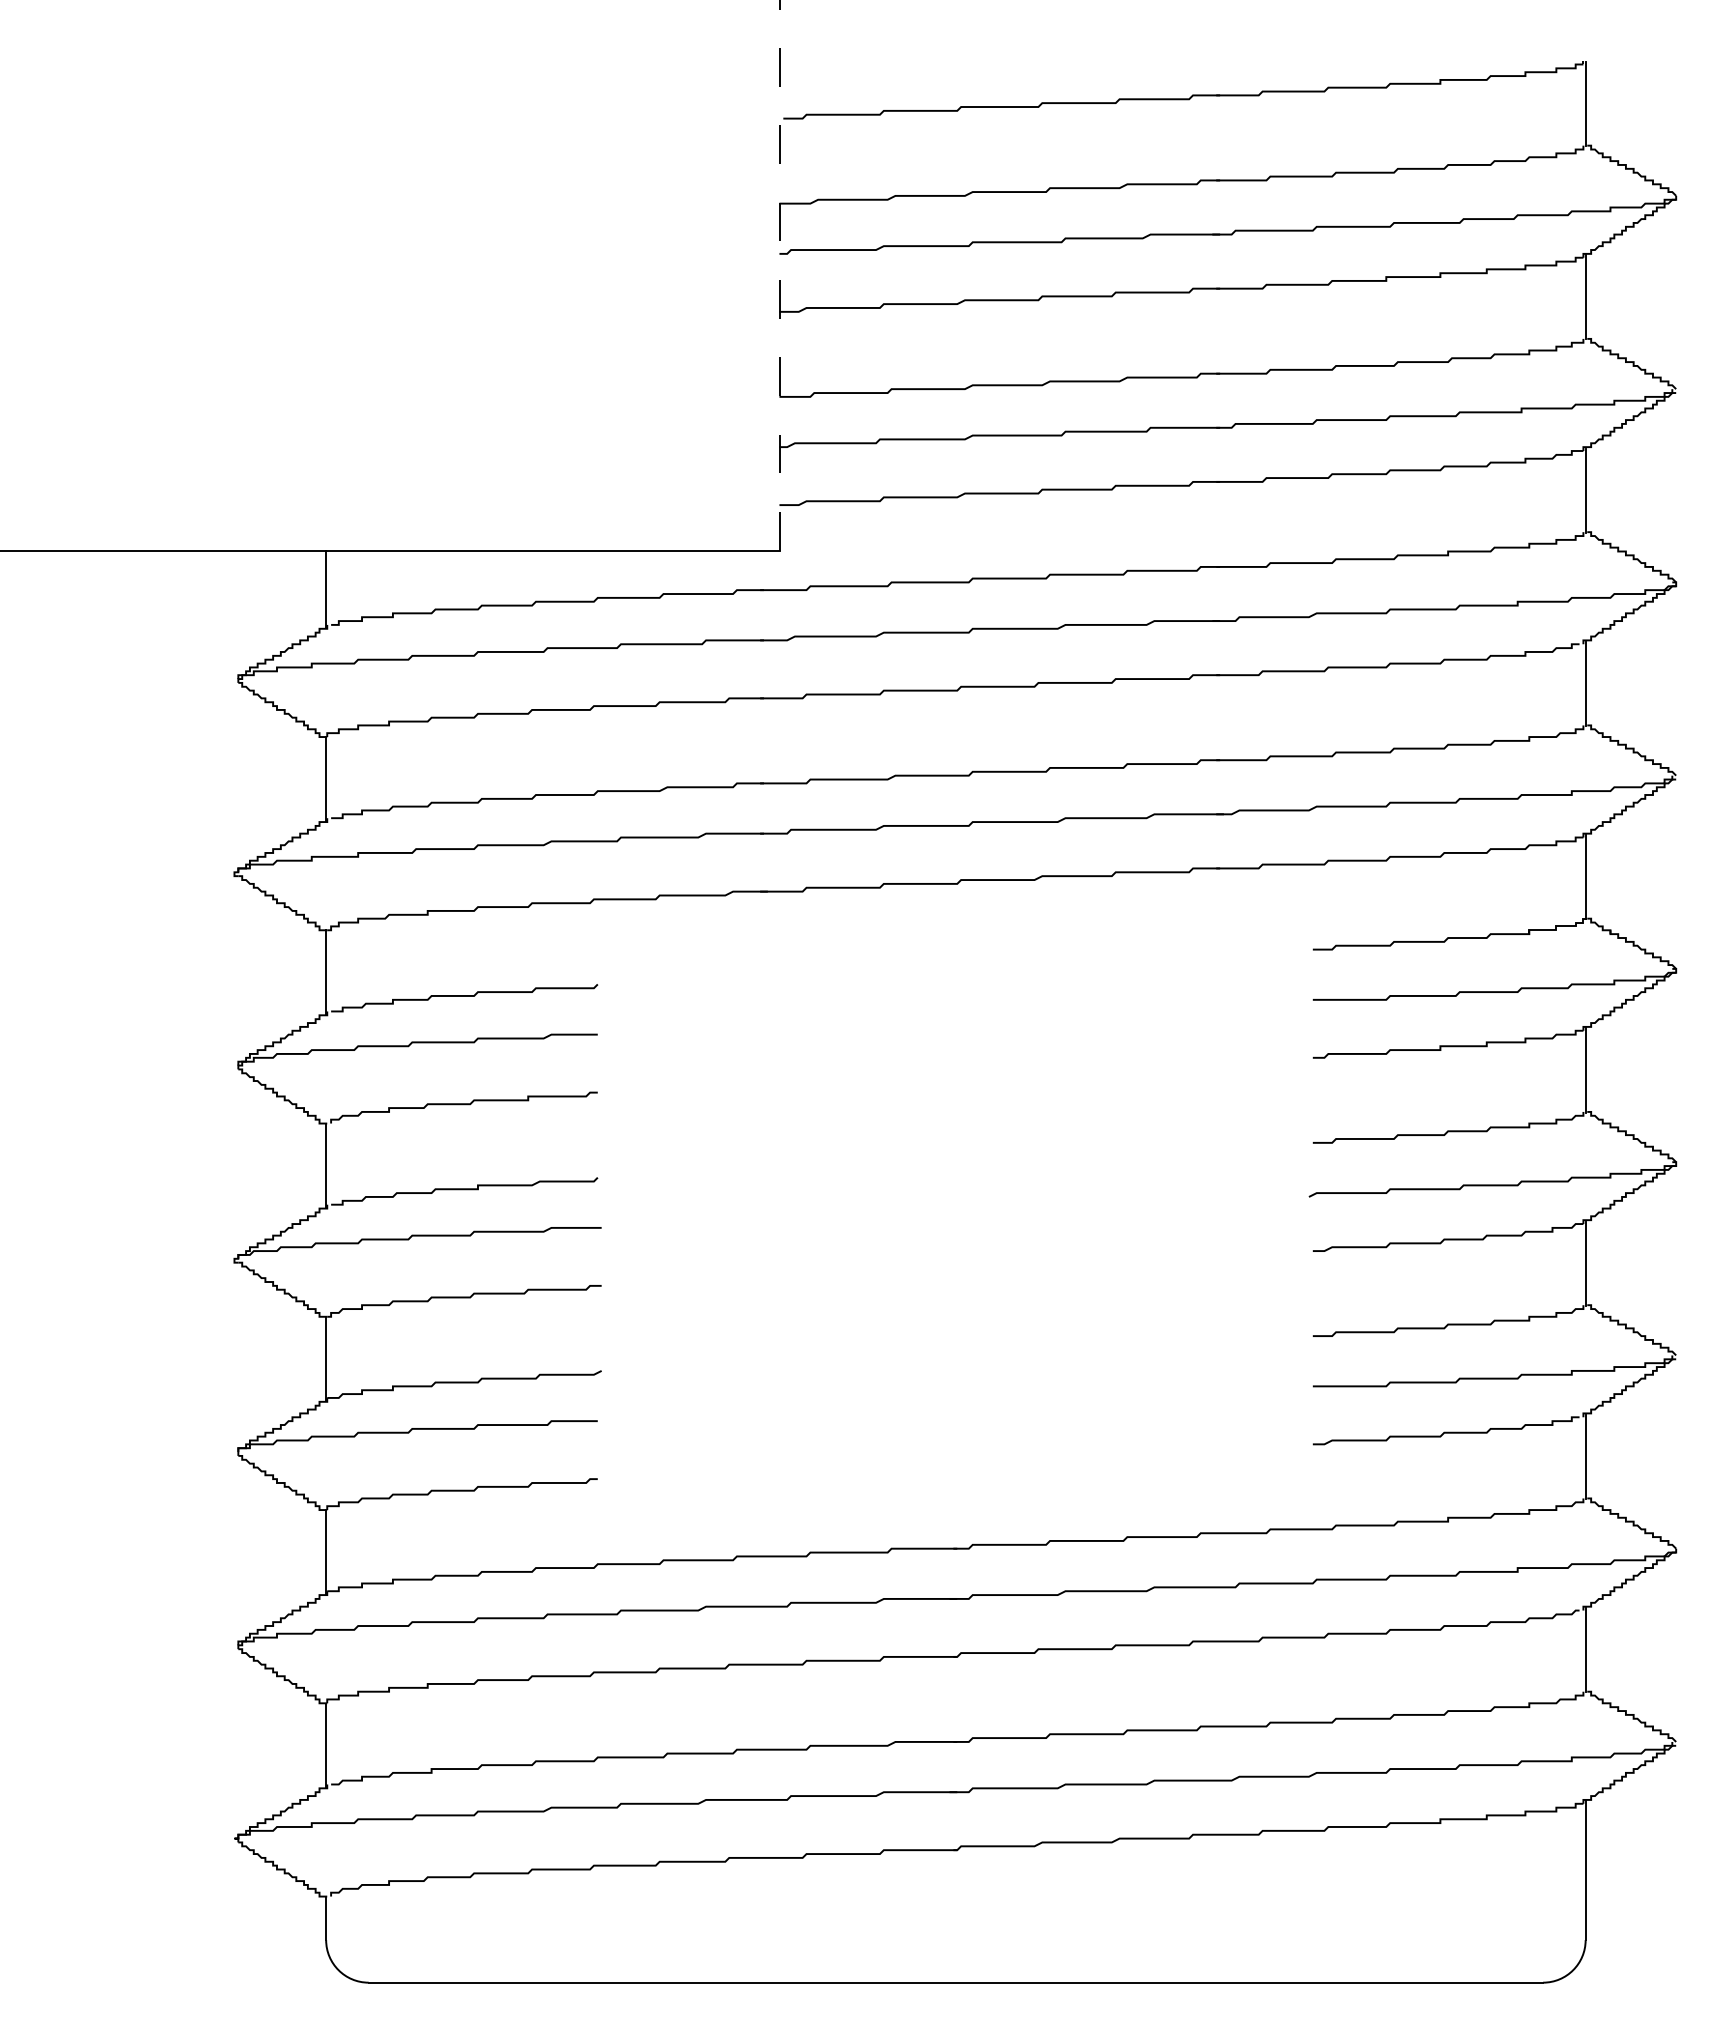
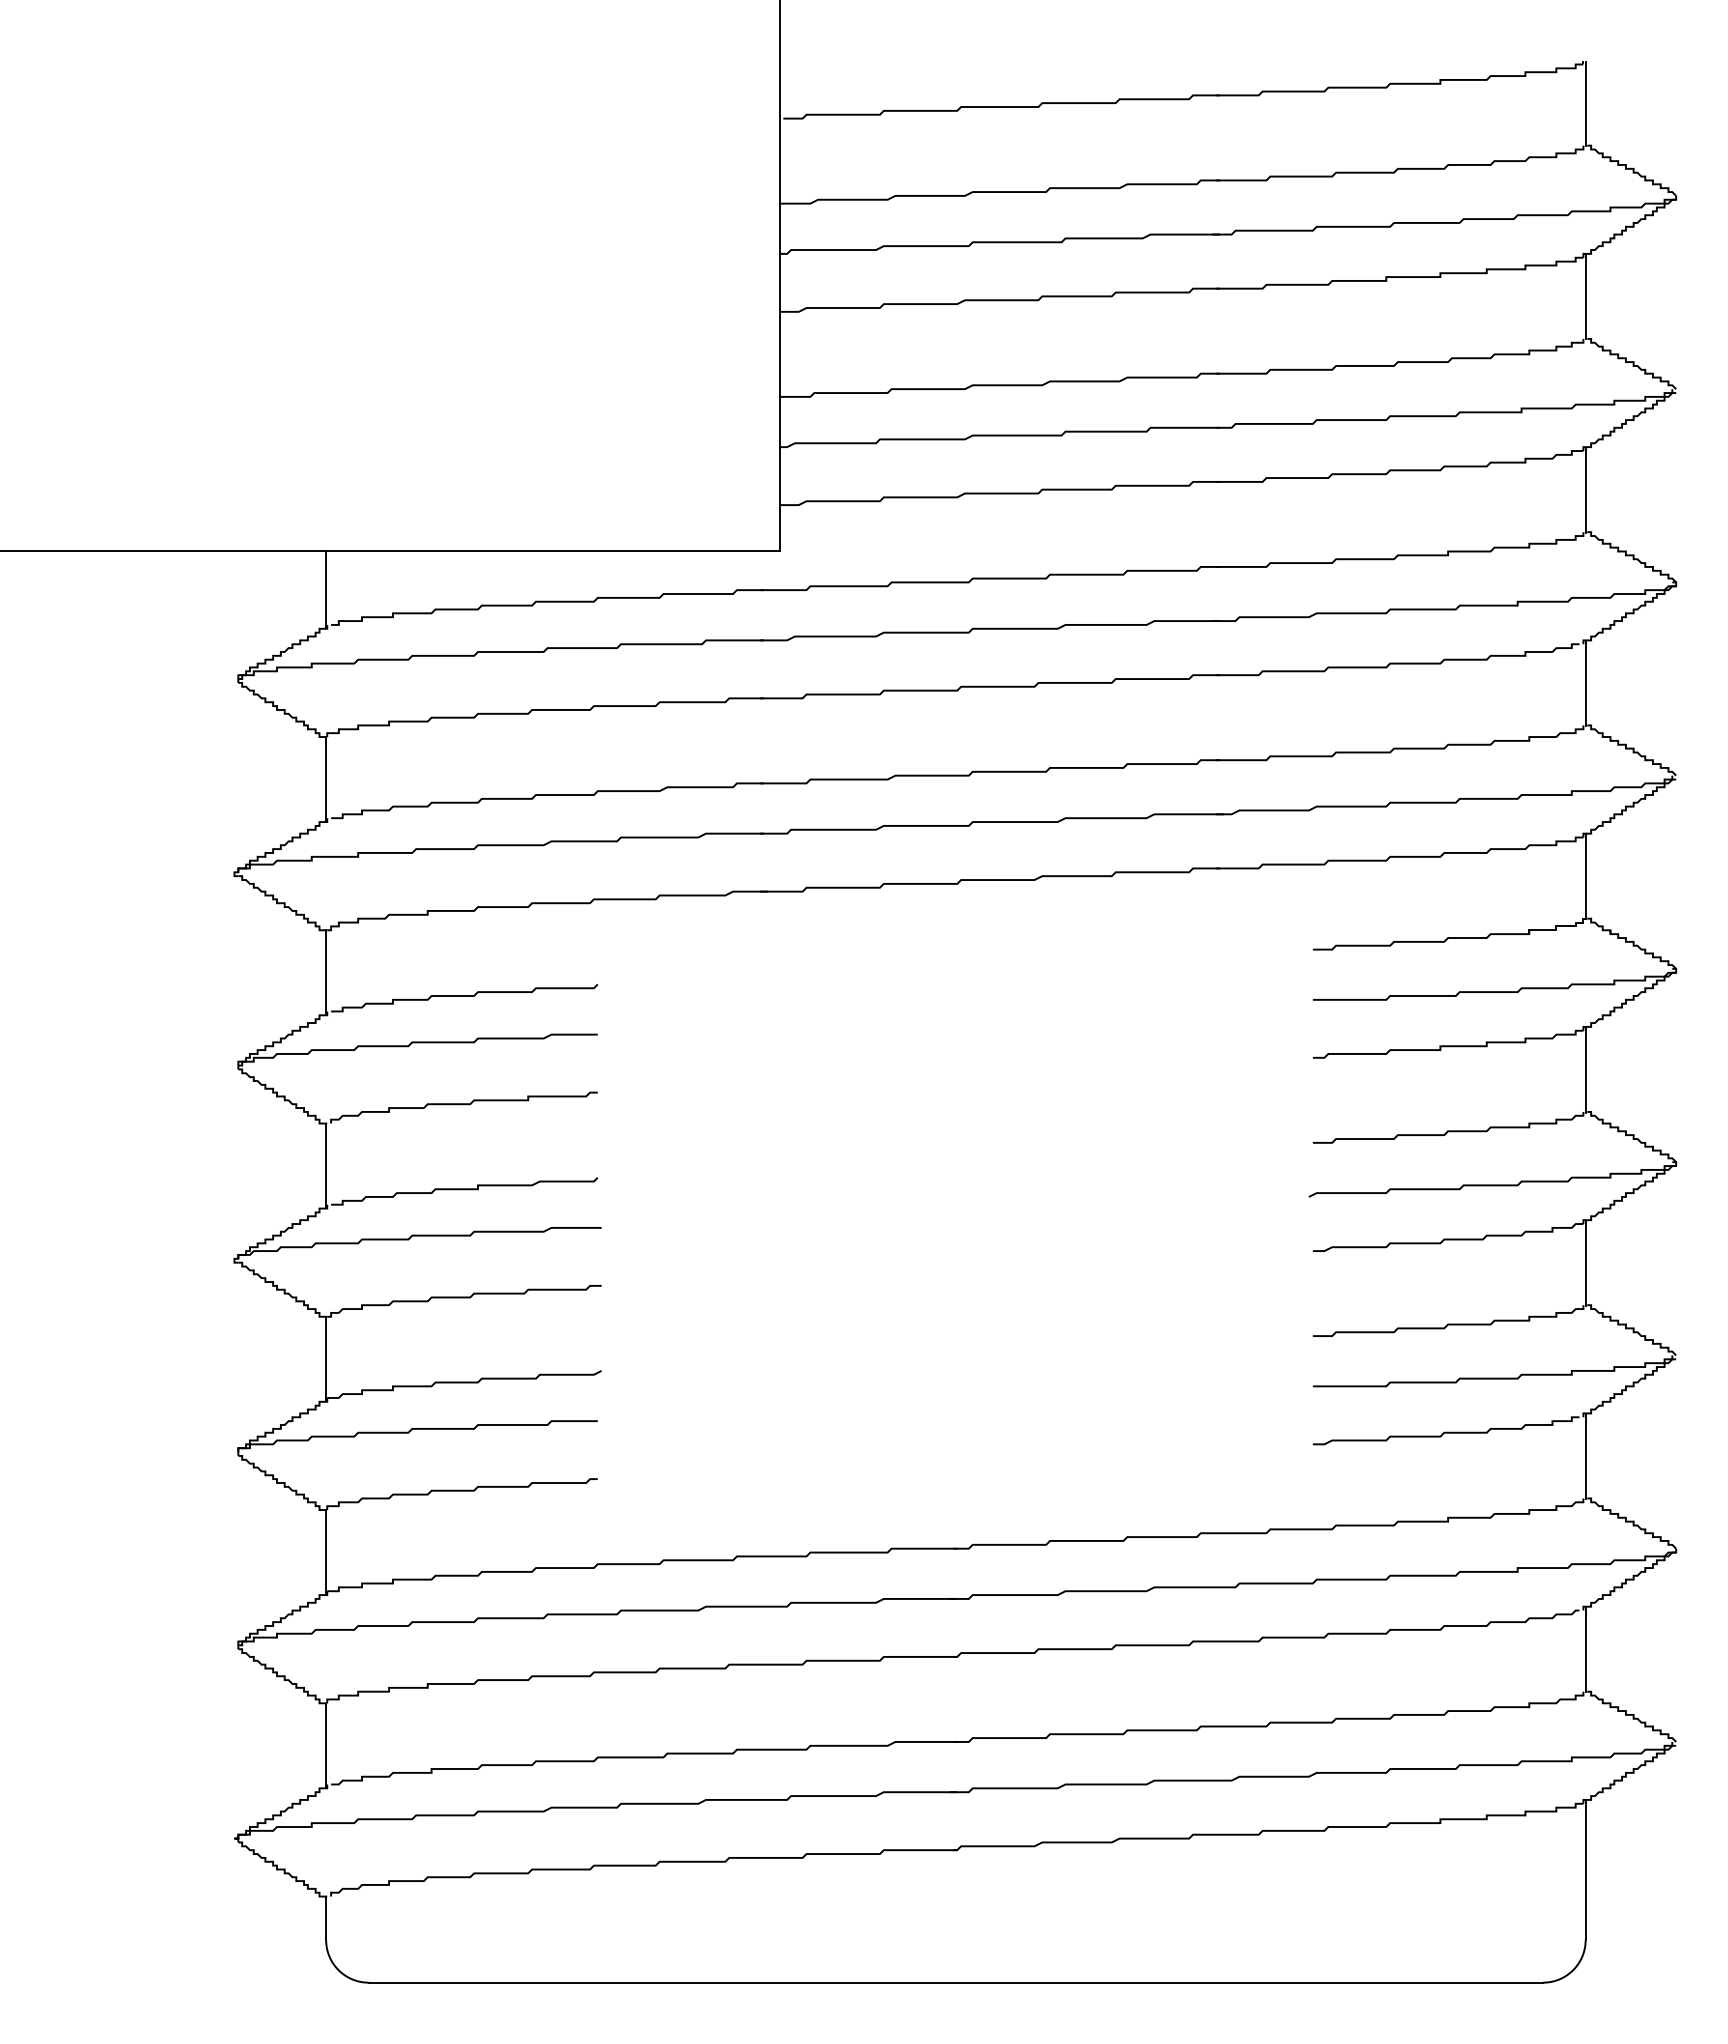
line at (780, 275): dashed -> solid
